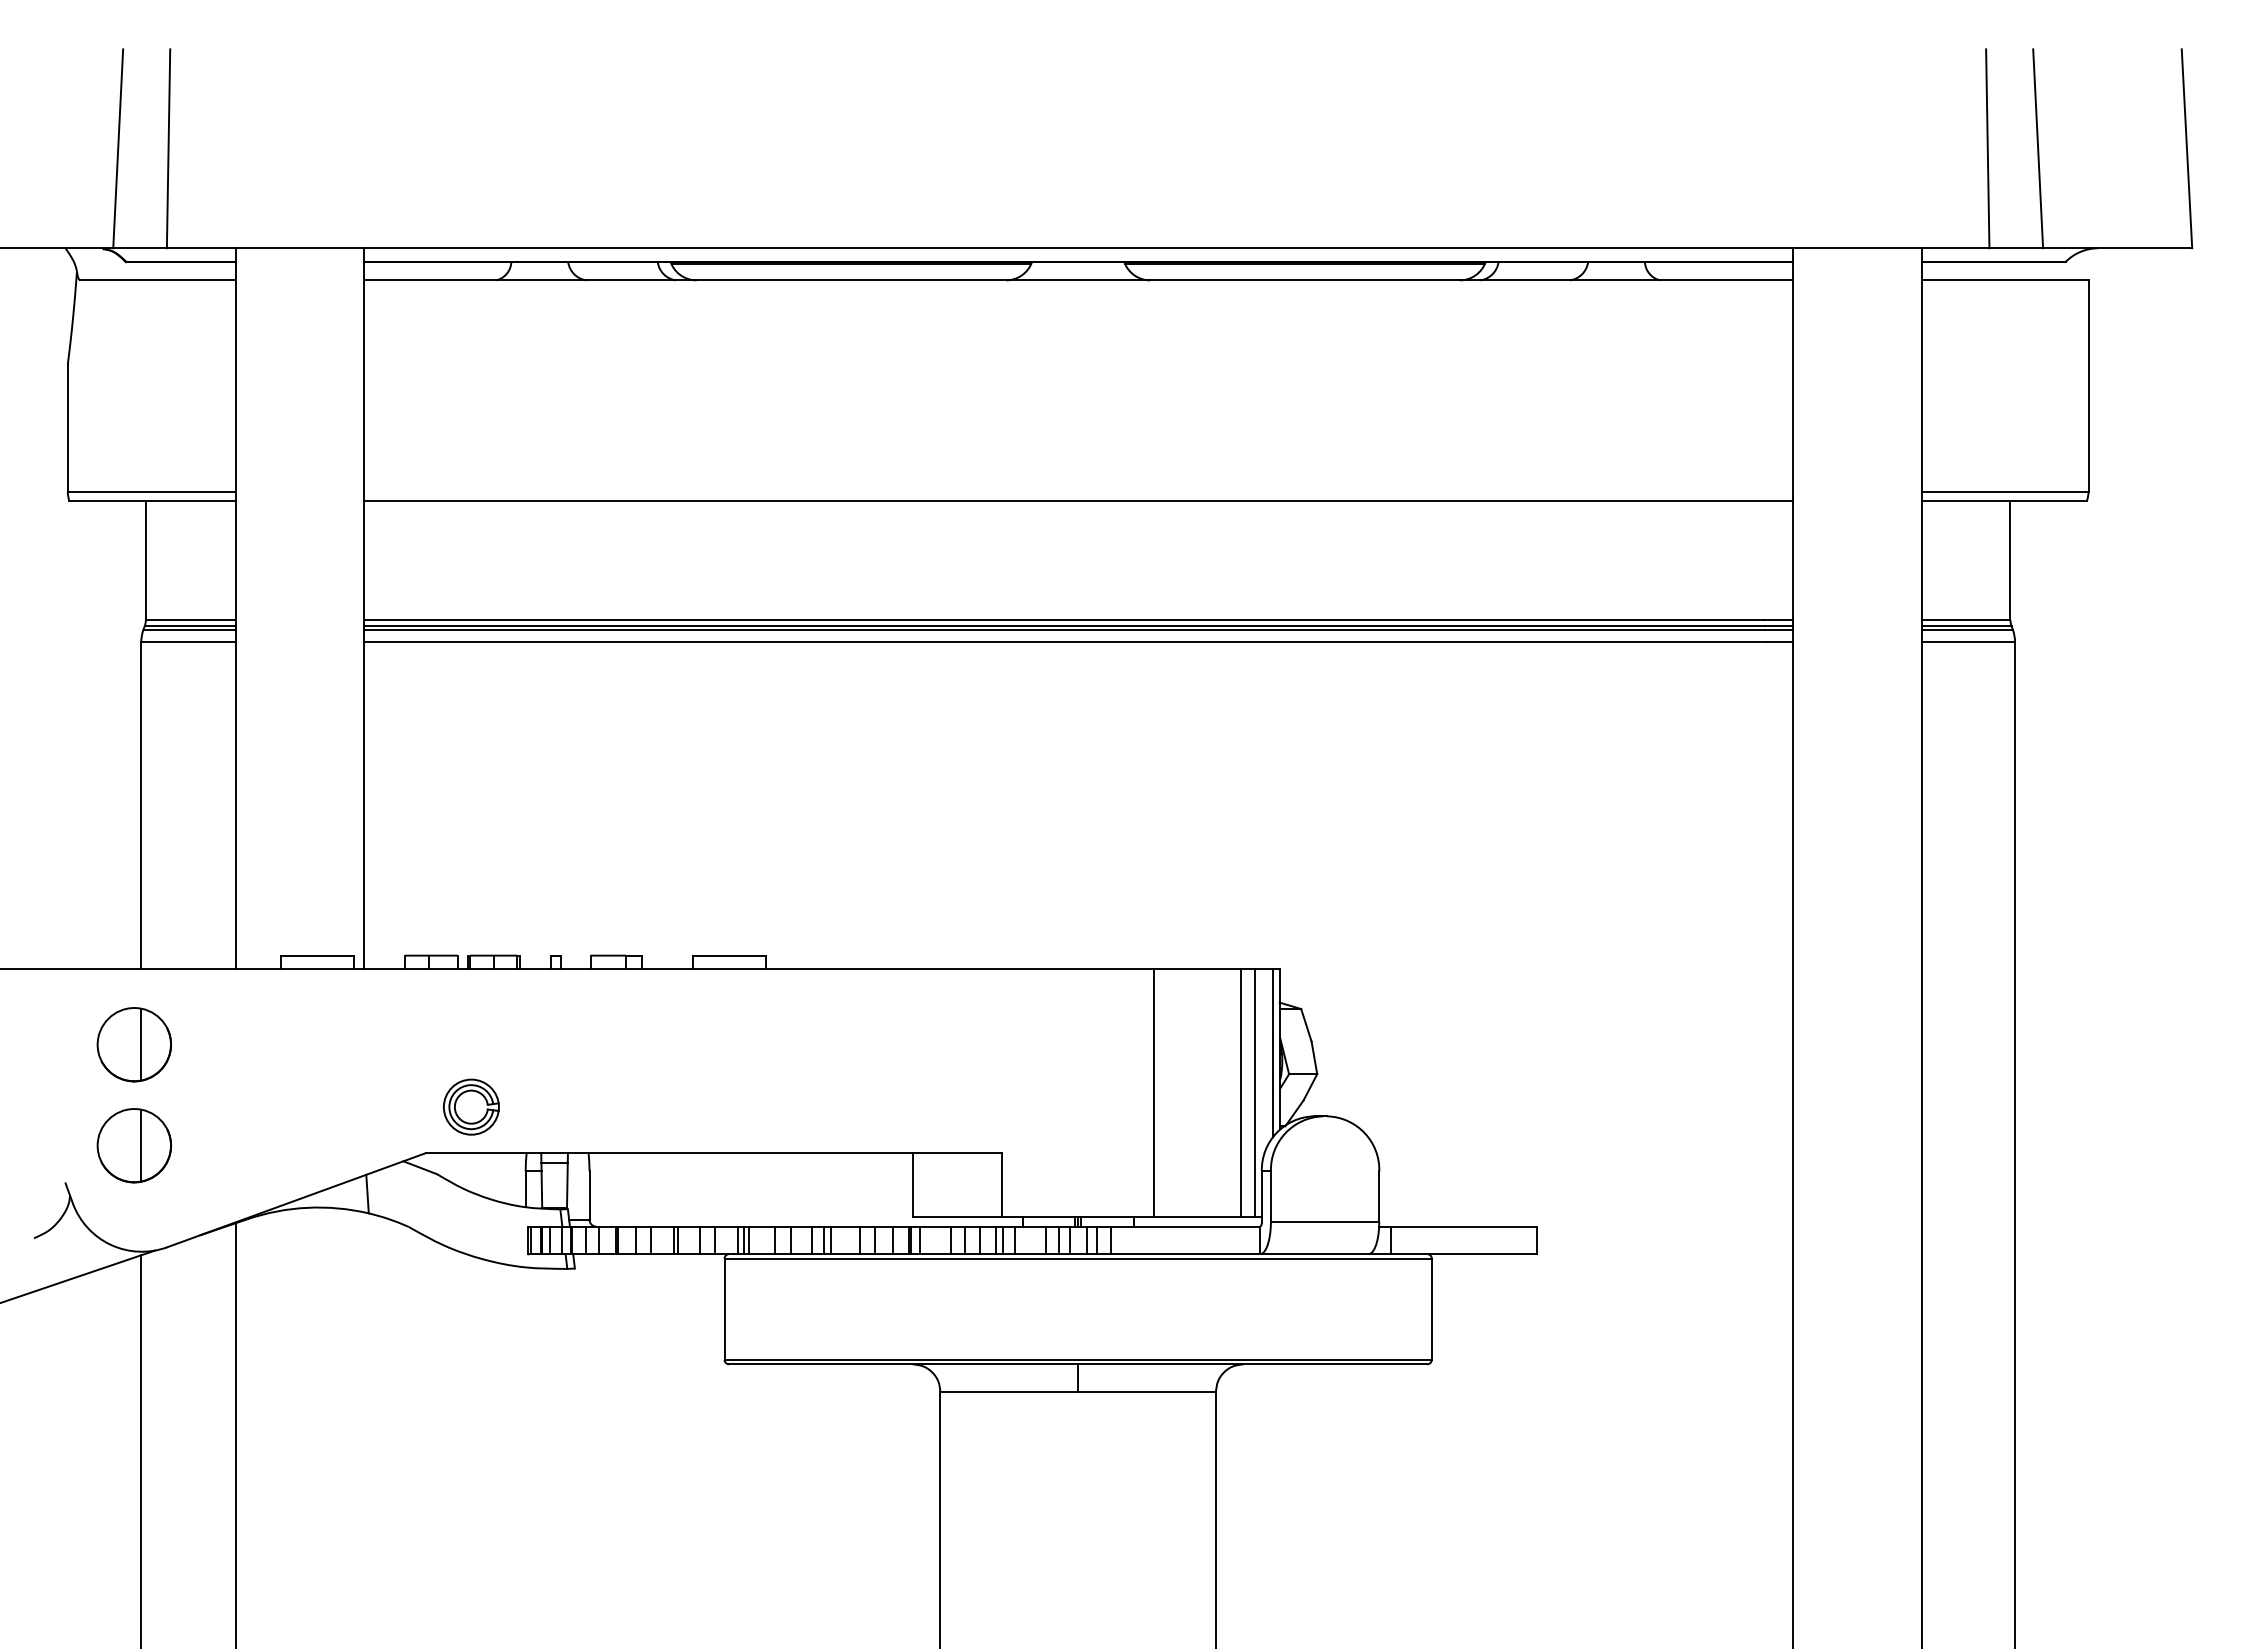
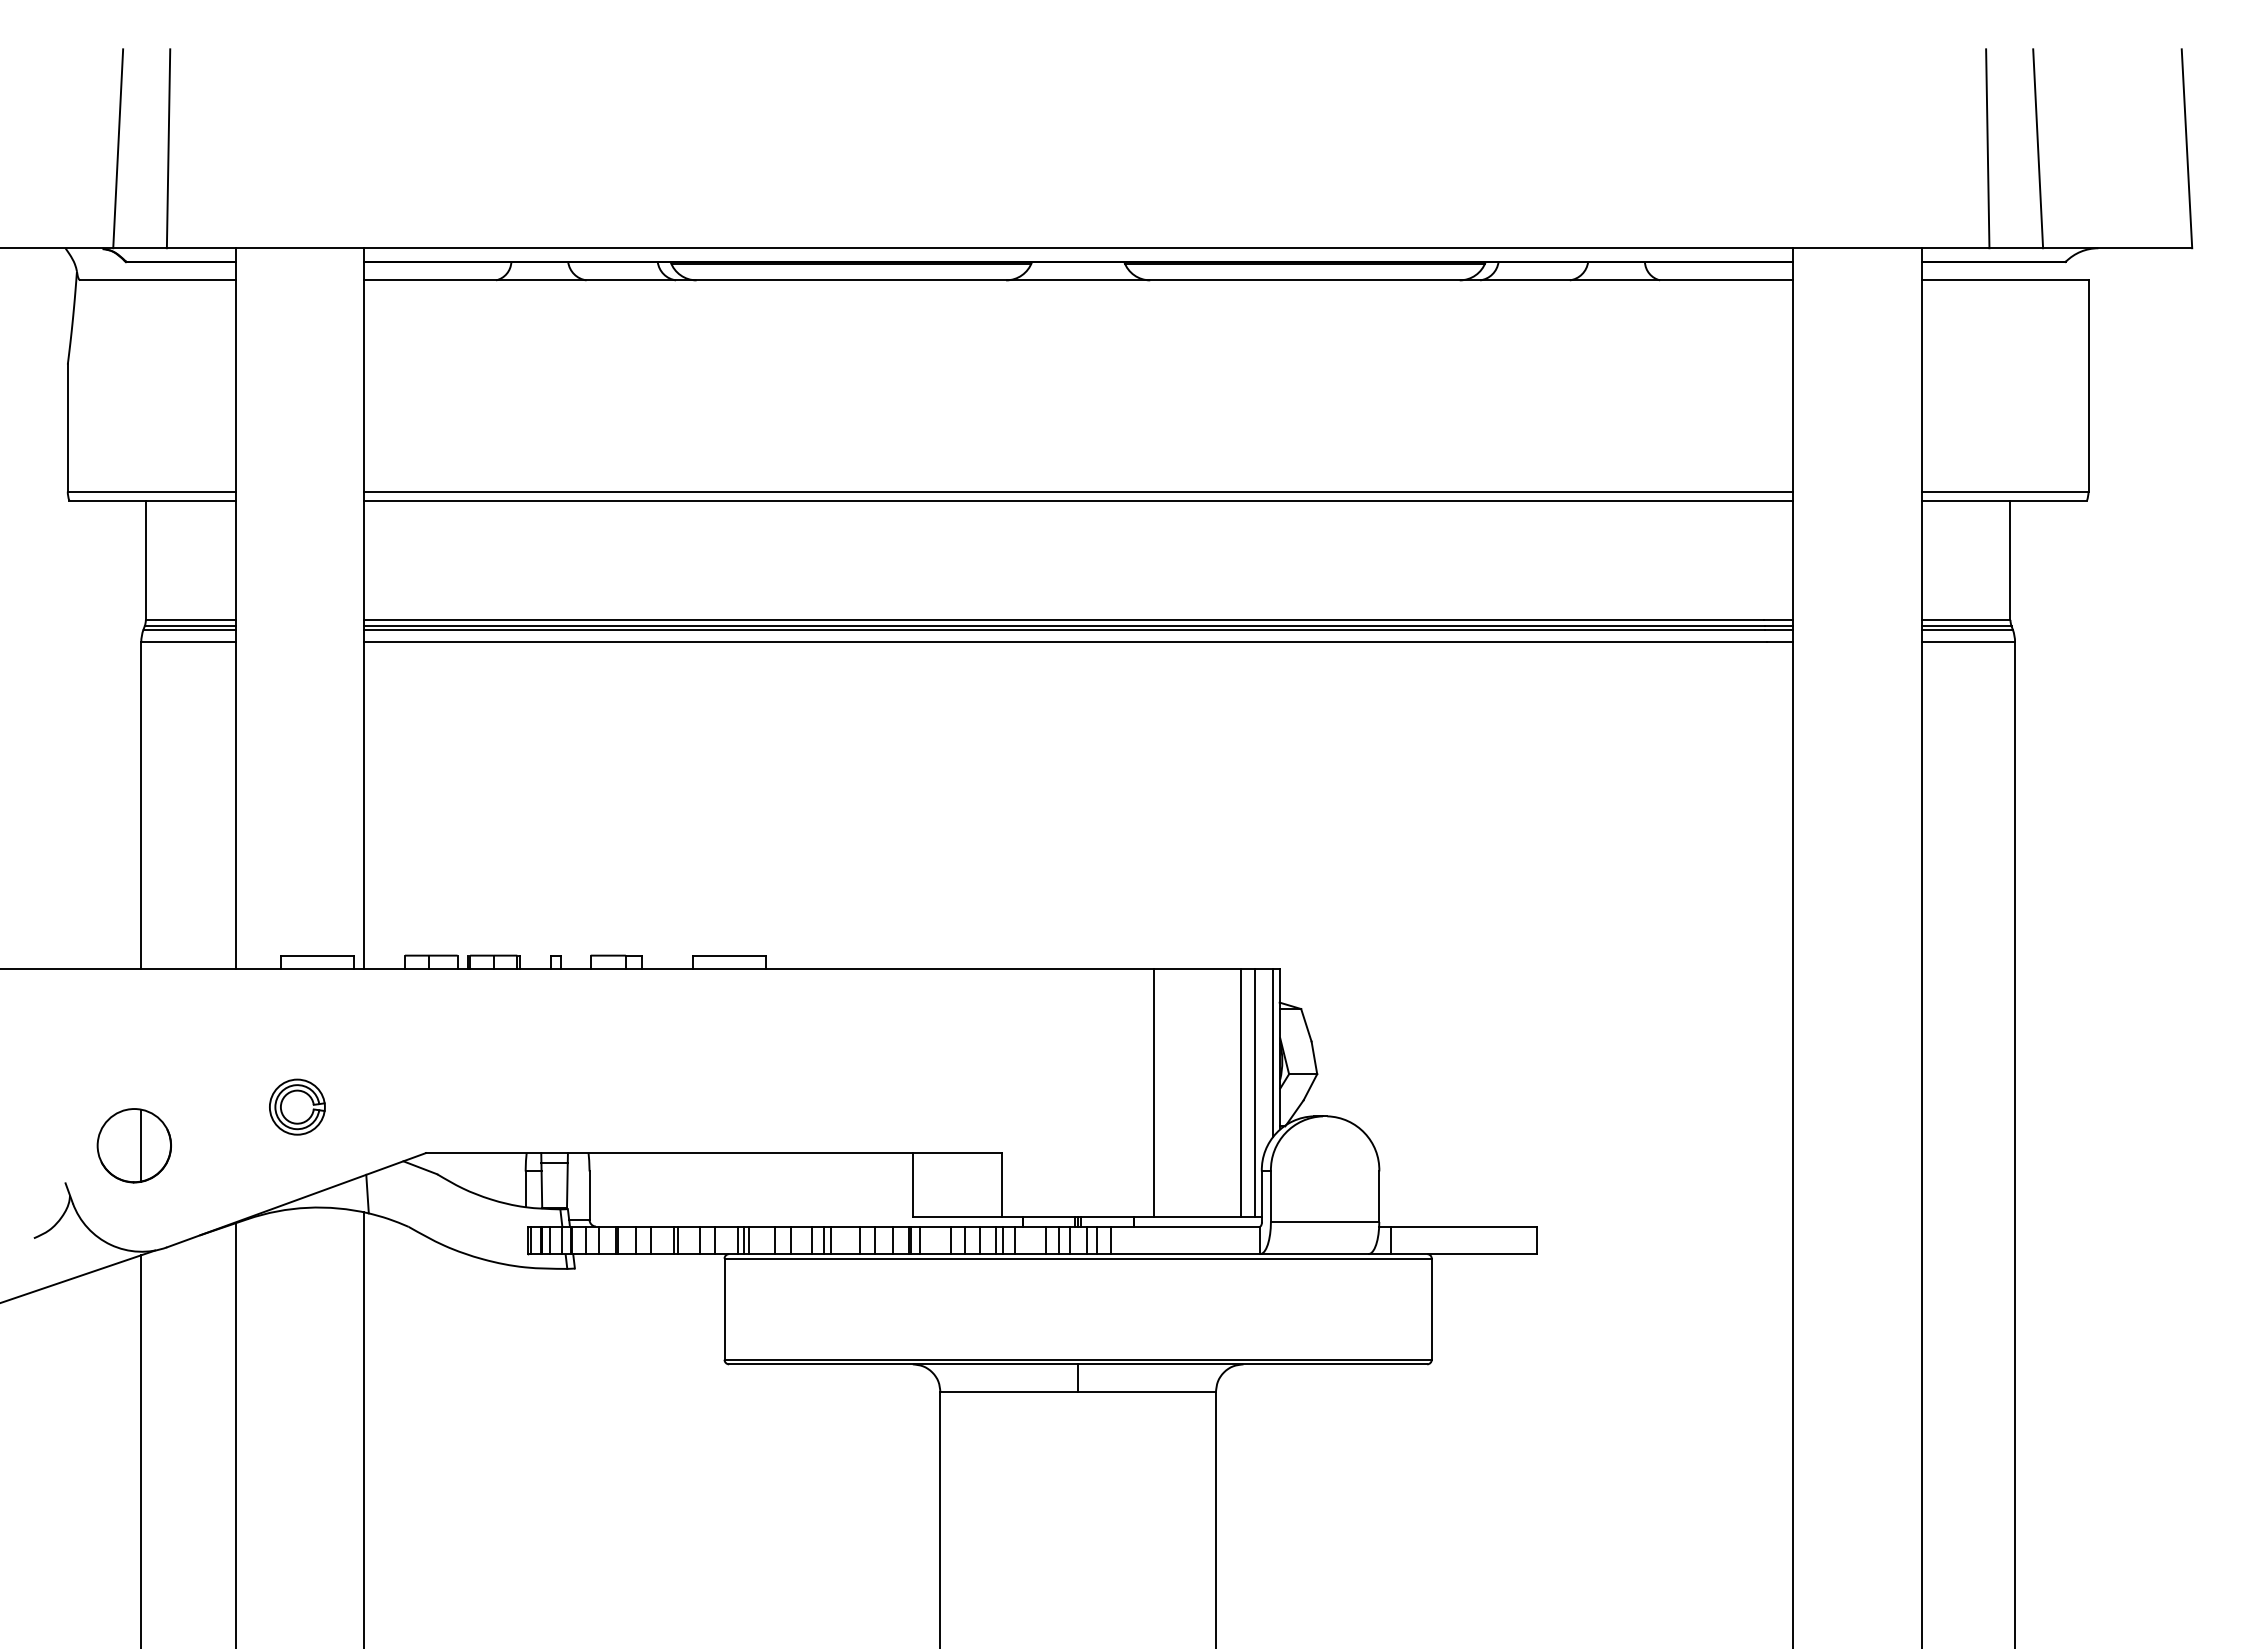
line at (1078, 491): none -> present
part at (133, 1044): present -> none
part at (471, 1106) position: (471, 1106) -> (297, 1106)
line at (364, 1428): none -> present
